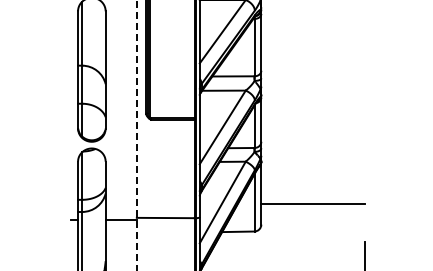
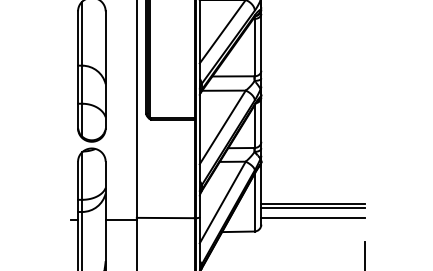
line at (136, 135): dashed -> solid
line at (313, 207): none -> present
line at (313, 217): none -> present
